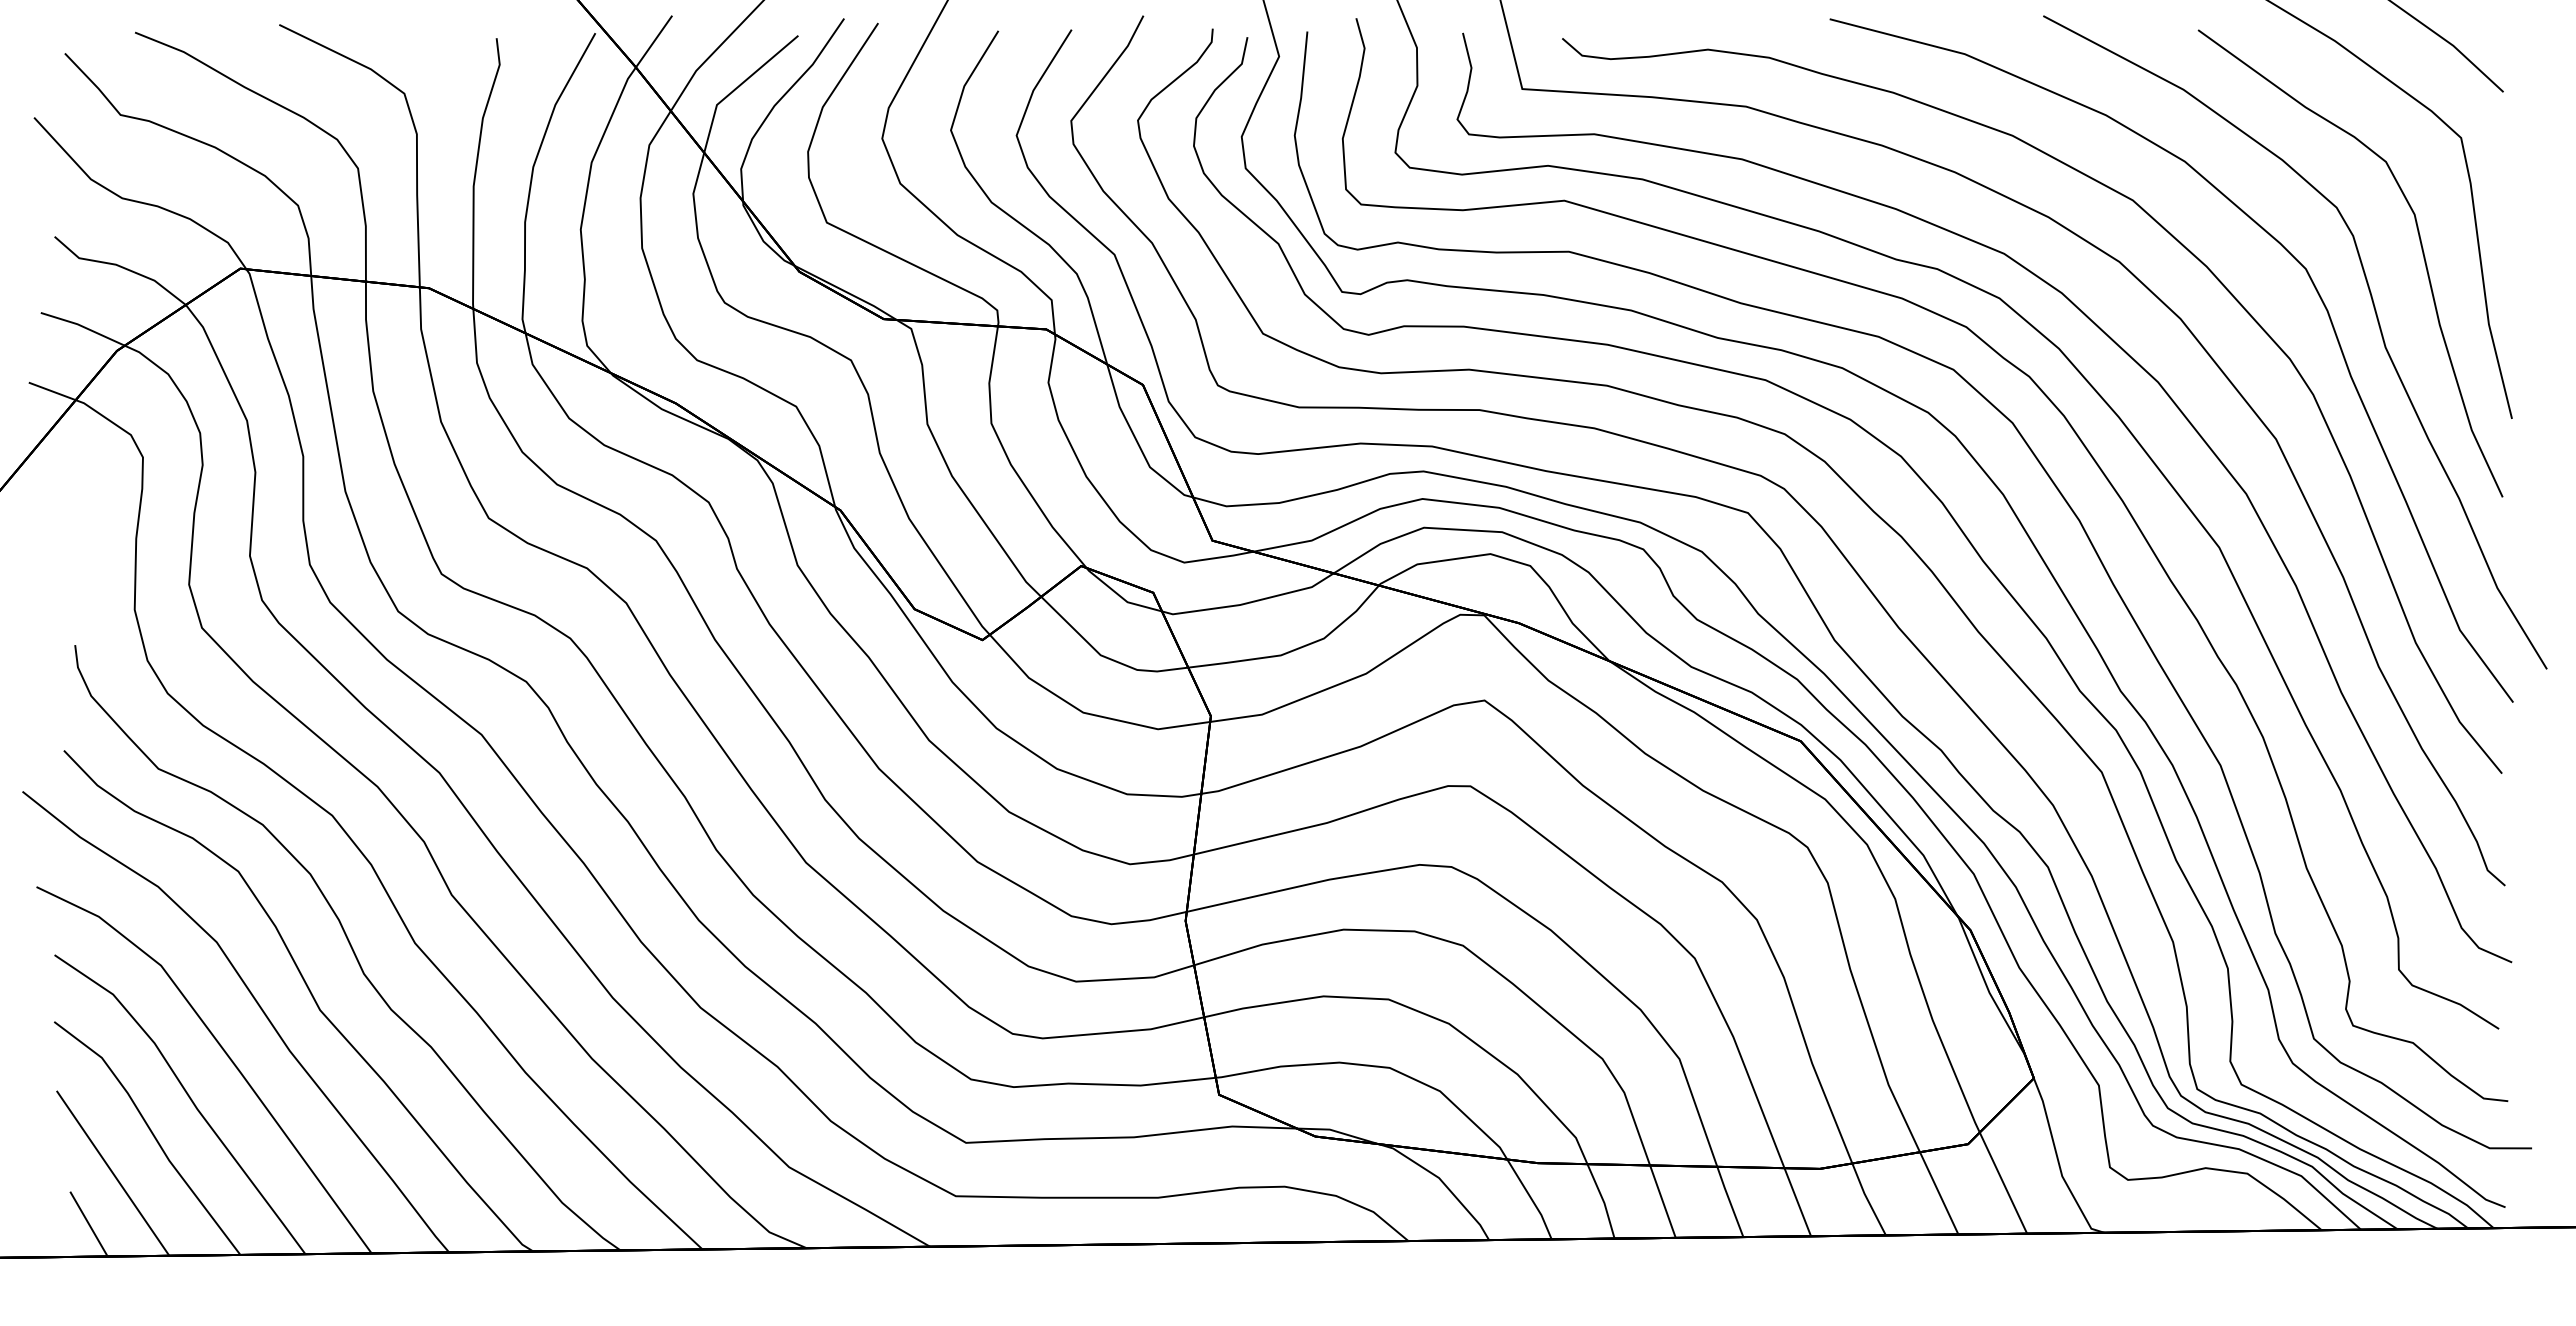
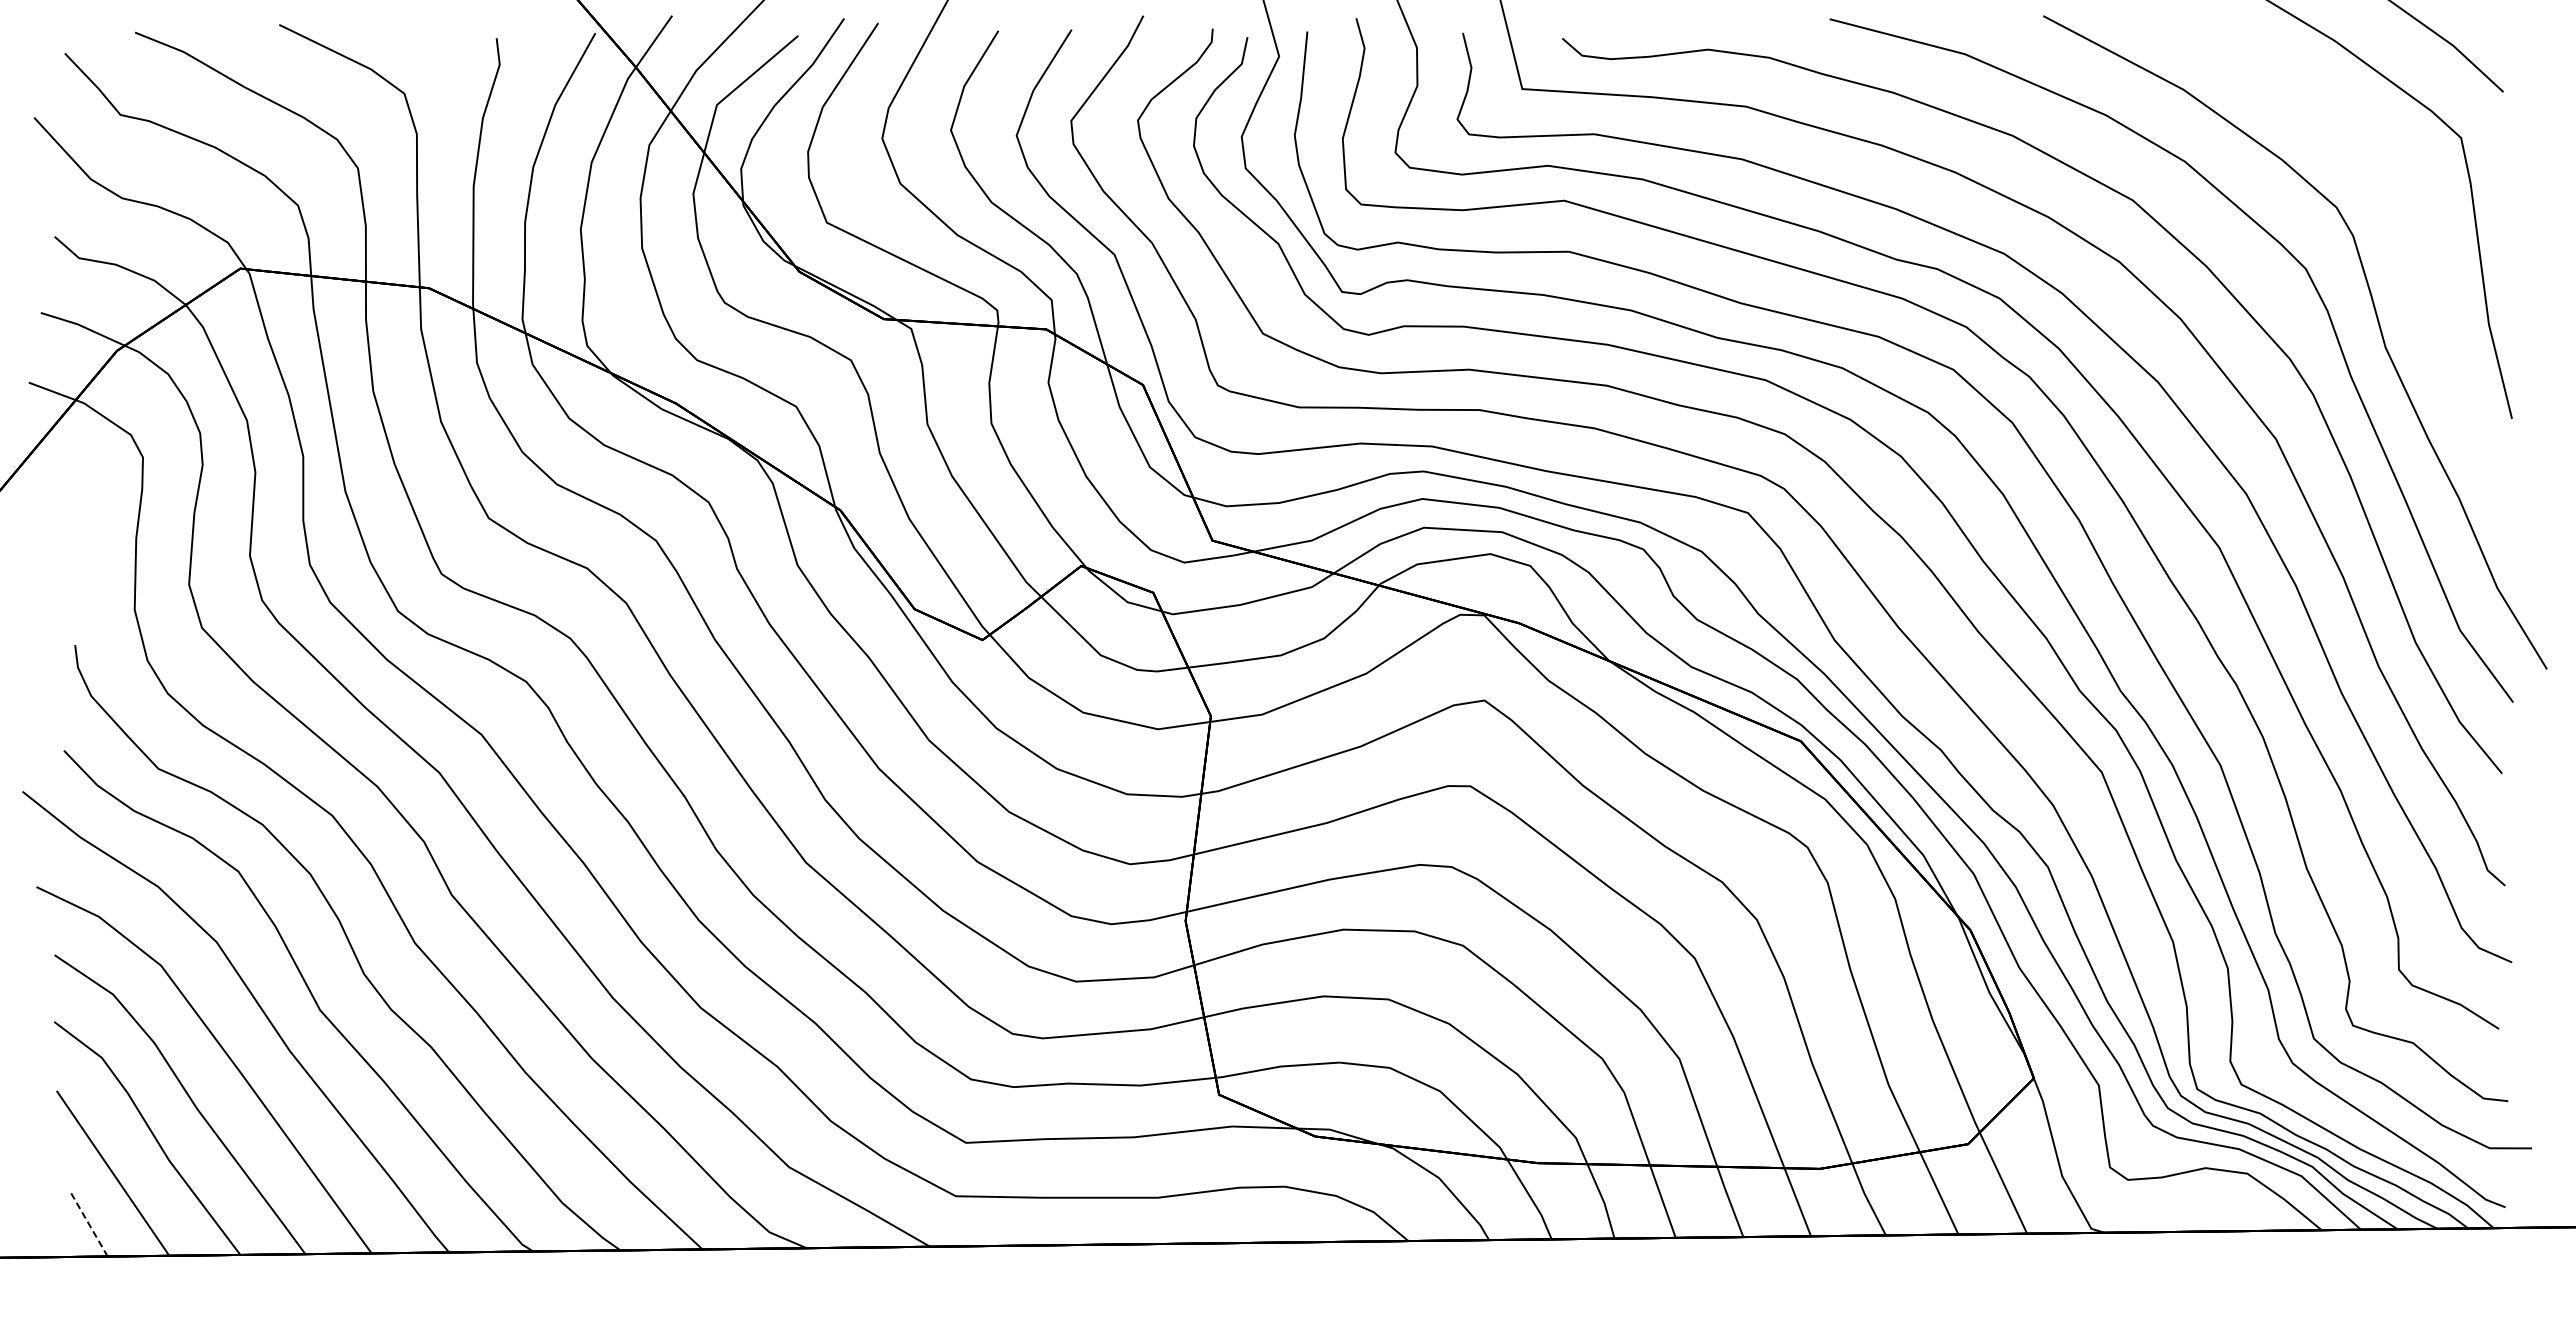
curve at (2421, 250): present -> none
line at (88, 1223): solid -> dashed
